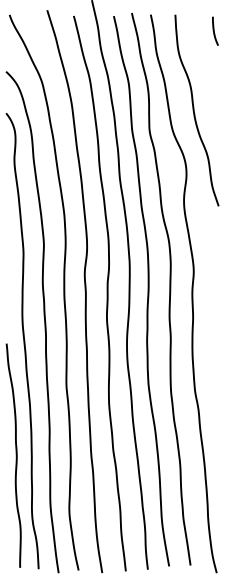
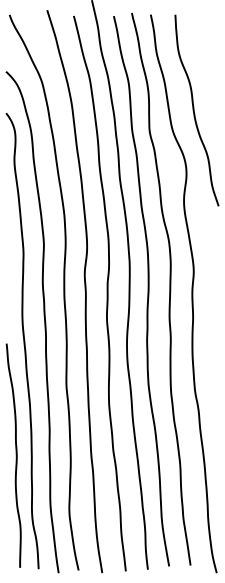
curve at (214, 30): present -> none
